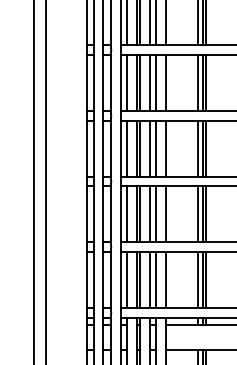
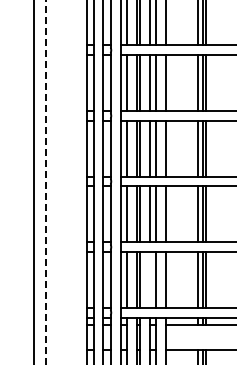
line at (46, 182): solid -> dashed
line at (150, 279): present -> none
